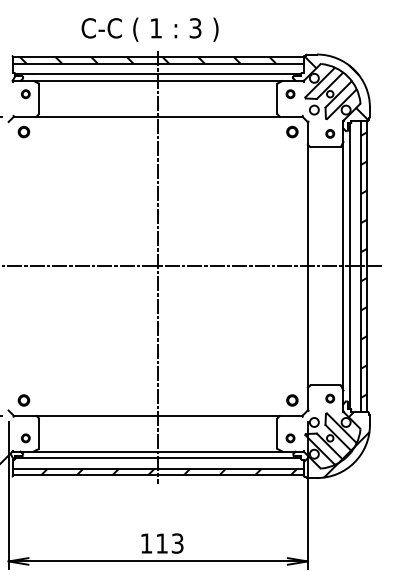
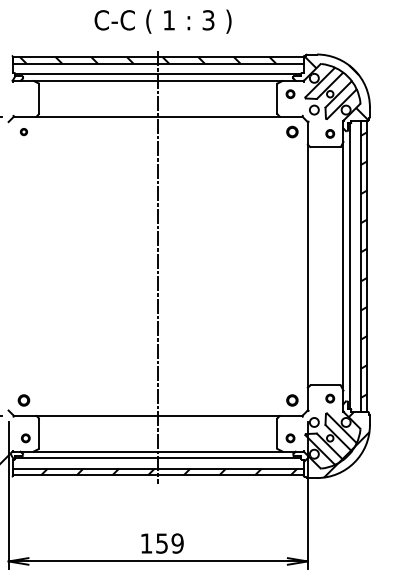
text at (149, 29) position: (149, 29) -> (162, 21)
part at (25, 94): present -> none
part at (23, 131) size: 14x14 px -> 8x9 px
line at (192, 266): present -> none
text at (169, 543): 113 -> 159
